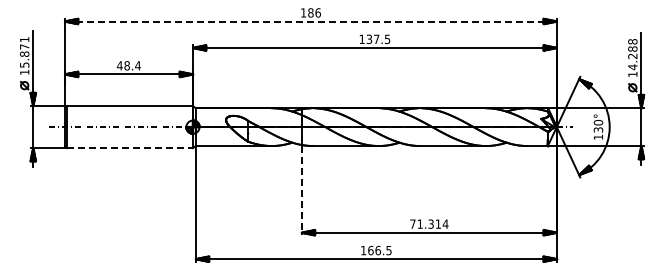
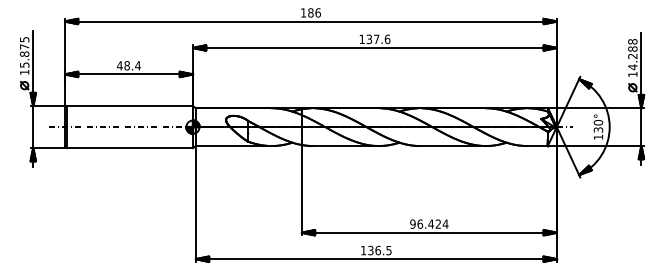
line at (310, 21): dashed -> solid
text at (24, 39): 15.871 -> 15.875
text at (387, 39): 137.5 -> 137.6
line at (130, 148): dashed -> solid
line at (301, 190): dashed -> solid
text at (425, 223): 71.314 -> 96.424
text at (370, 250): 166.5 -> 136.5
